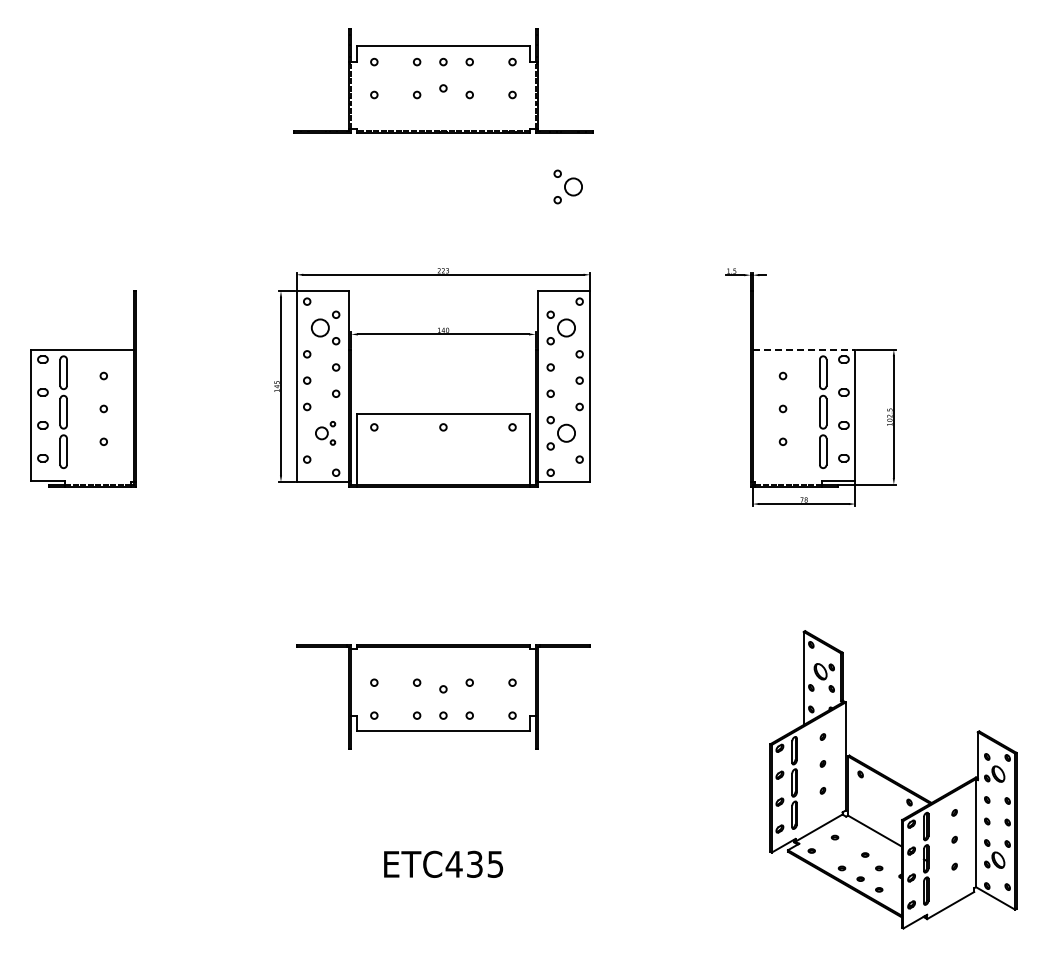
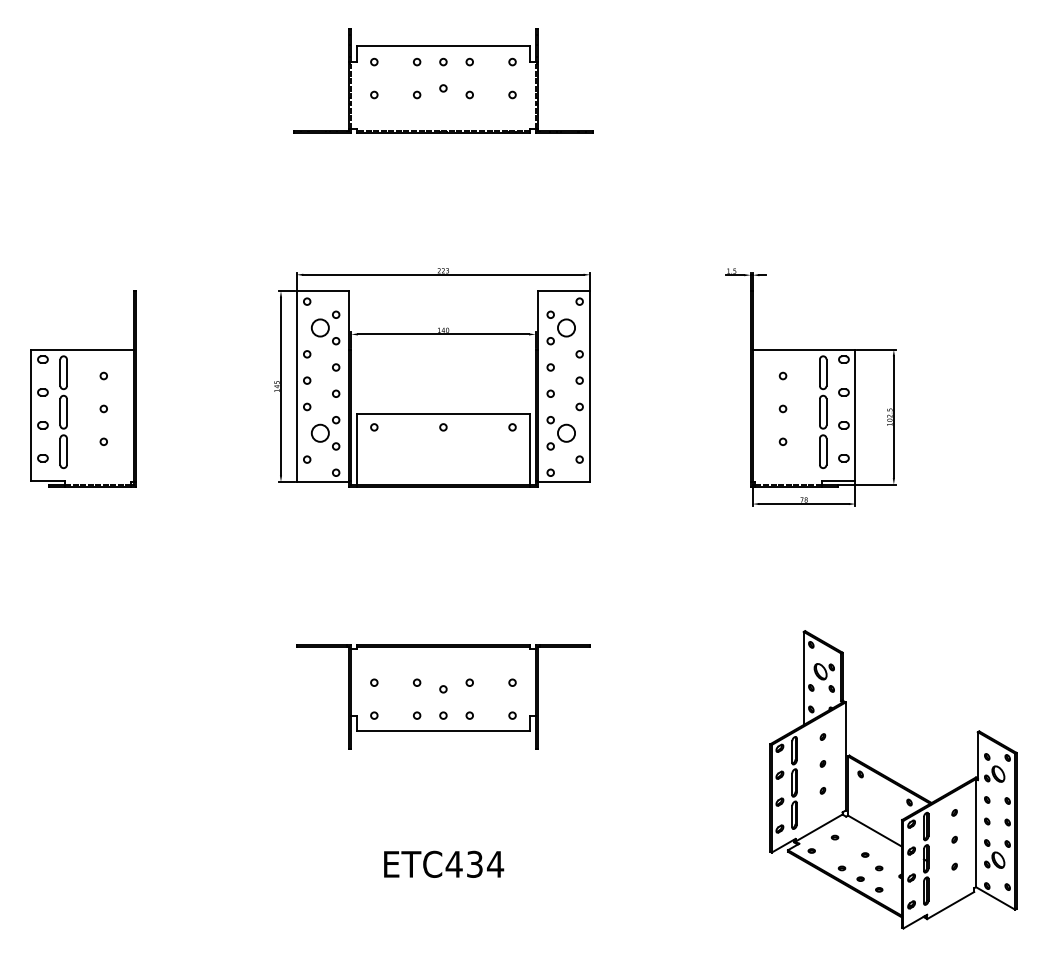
part at (567, 186): present -> none
line at (804, 349): dashed -> solid
part at (325, 433) size: 22x25 px -> 31x35 px
text at (495, 864): ETC435 -> ETC434
